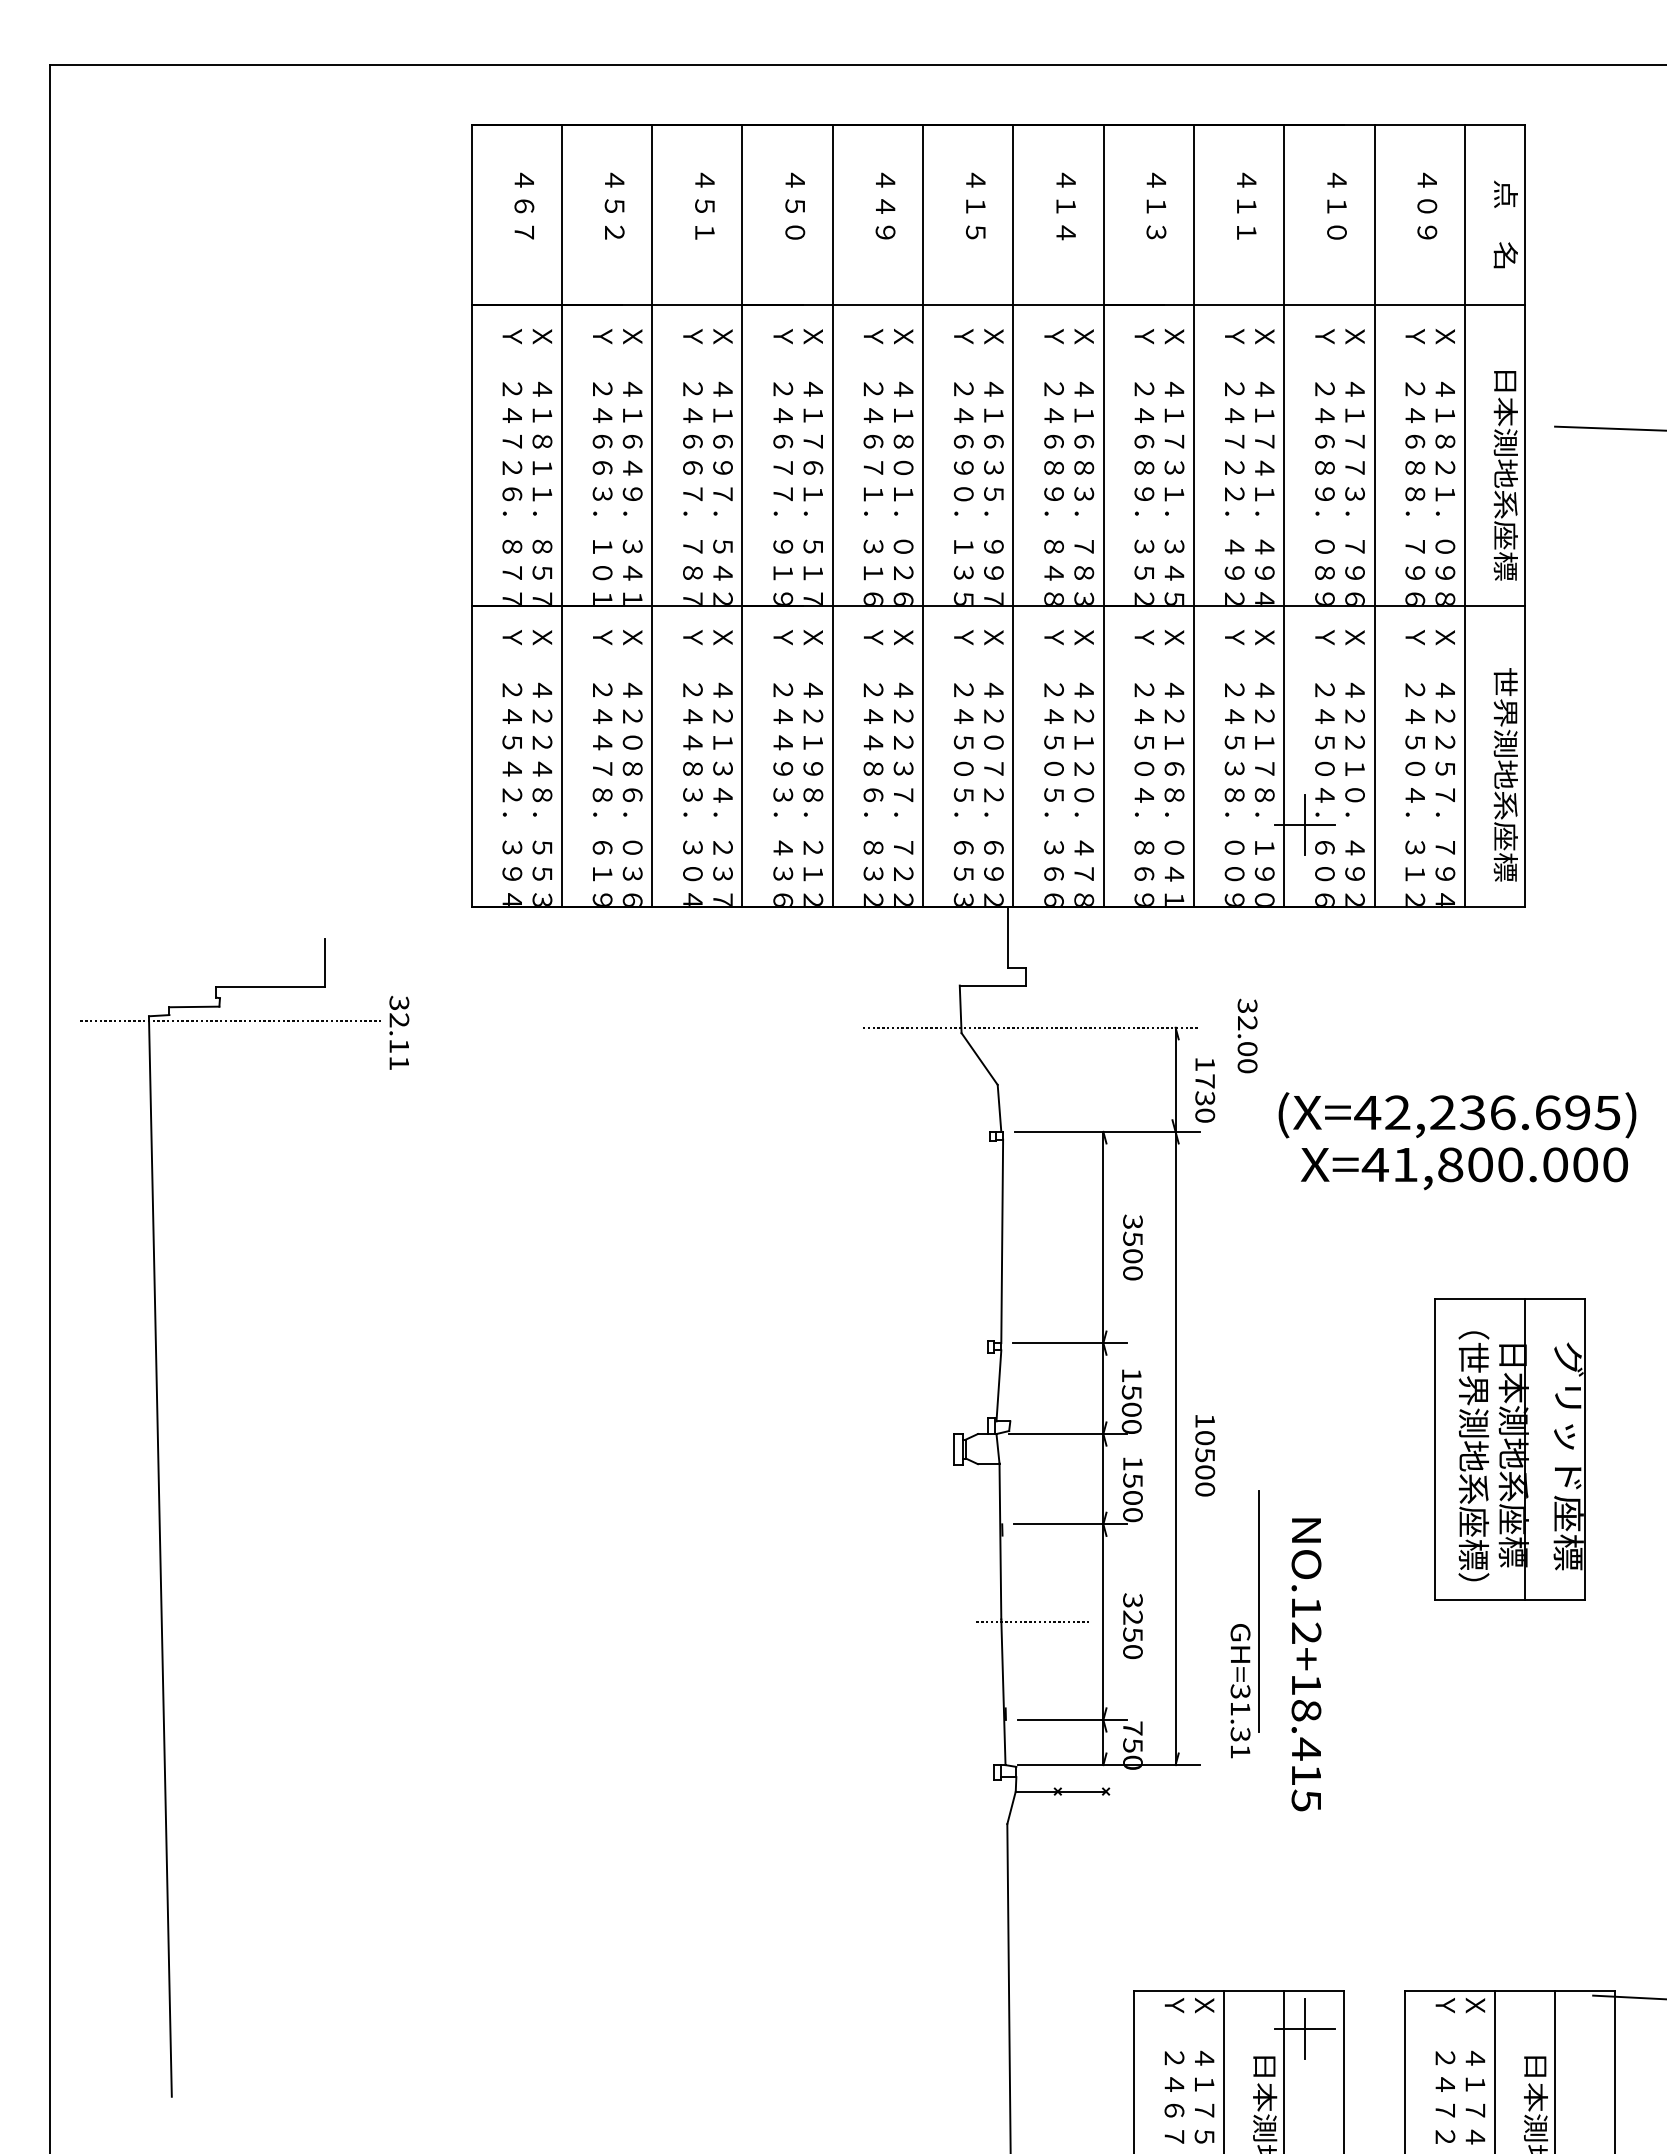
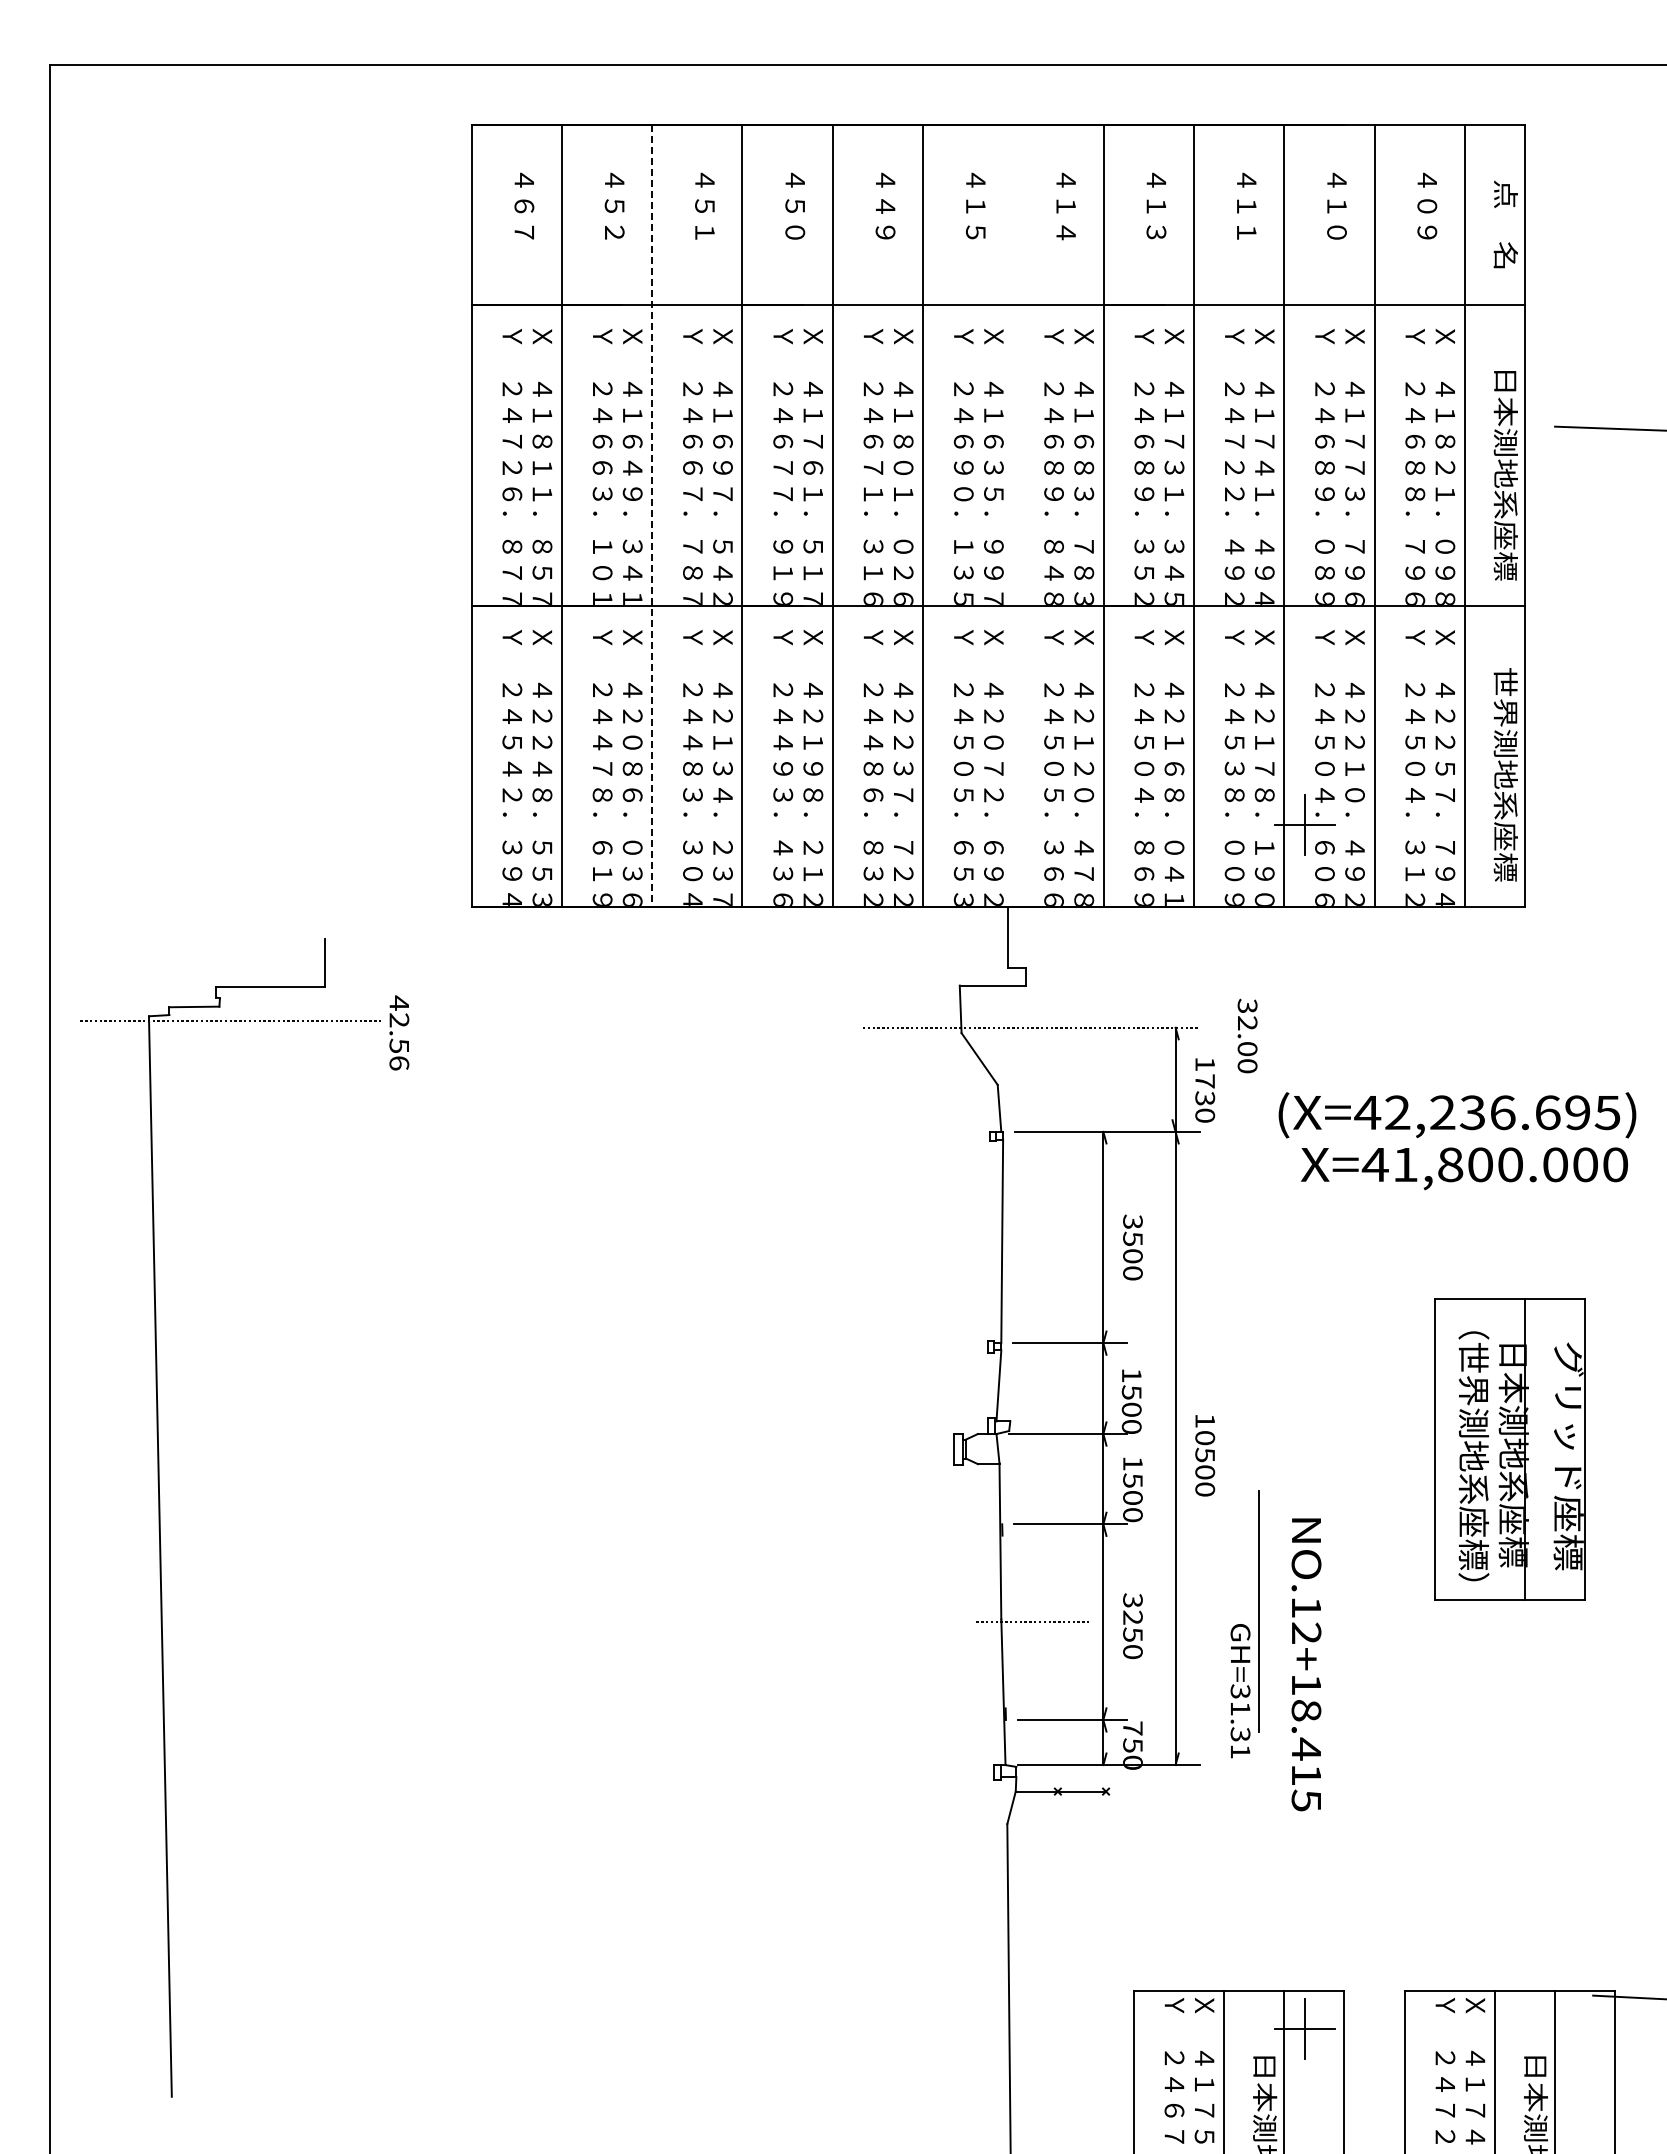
line at (1013, 515): present -> none
line at (652, 516): solid -> dashed
text at (399, 1032): 32.11 -> 42.56
